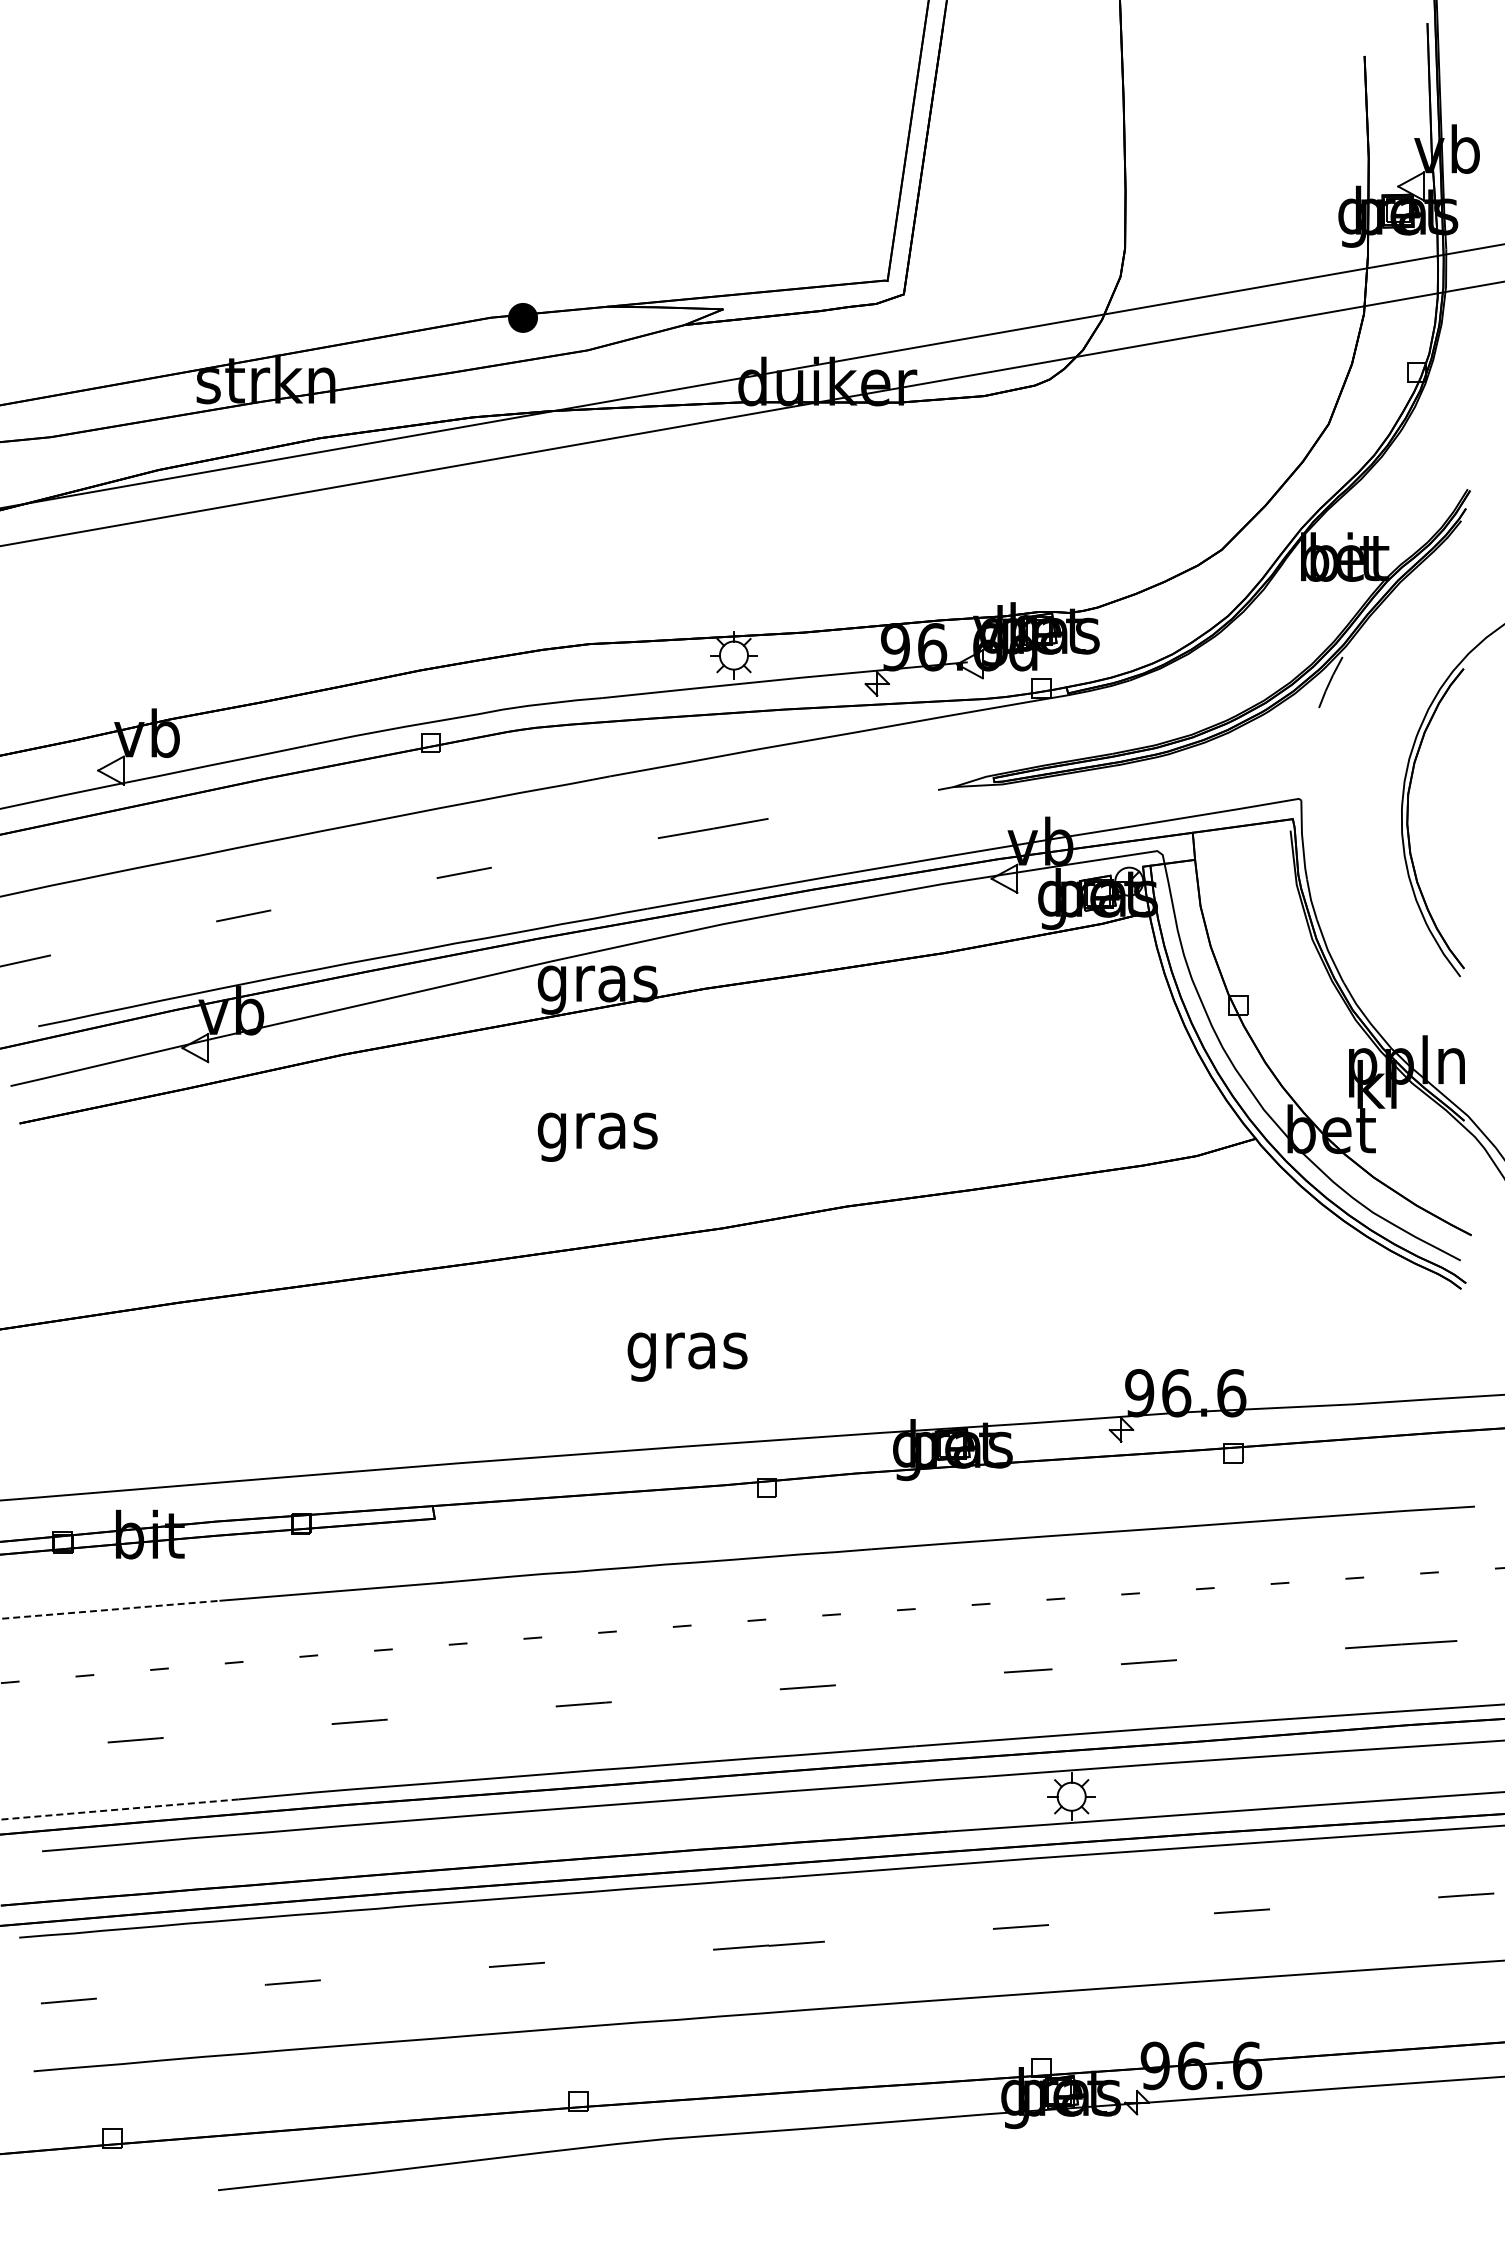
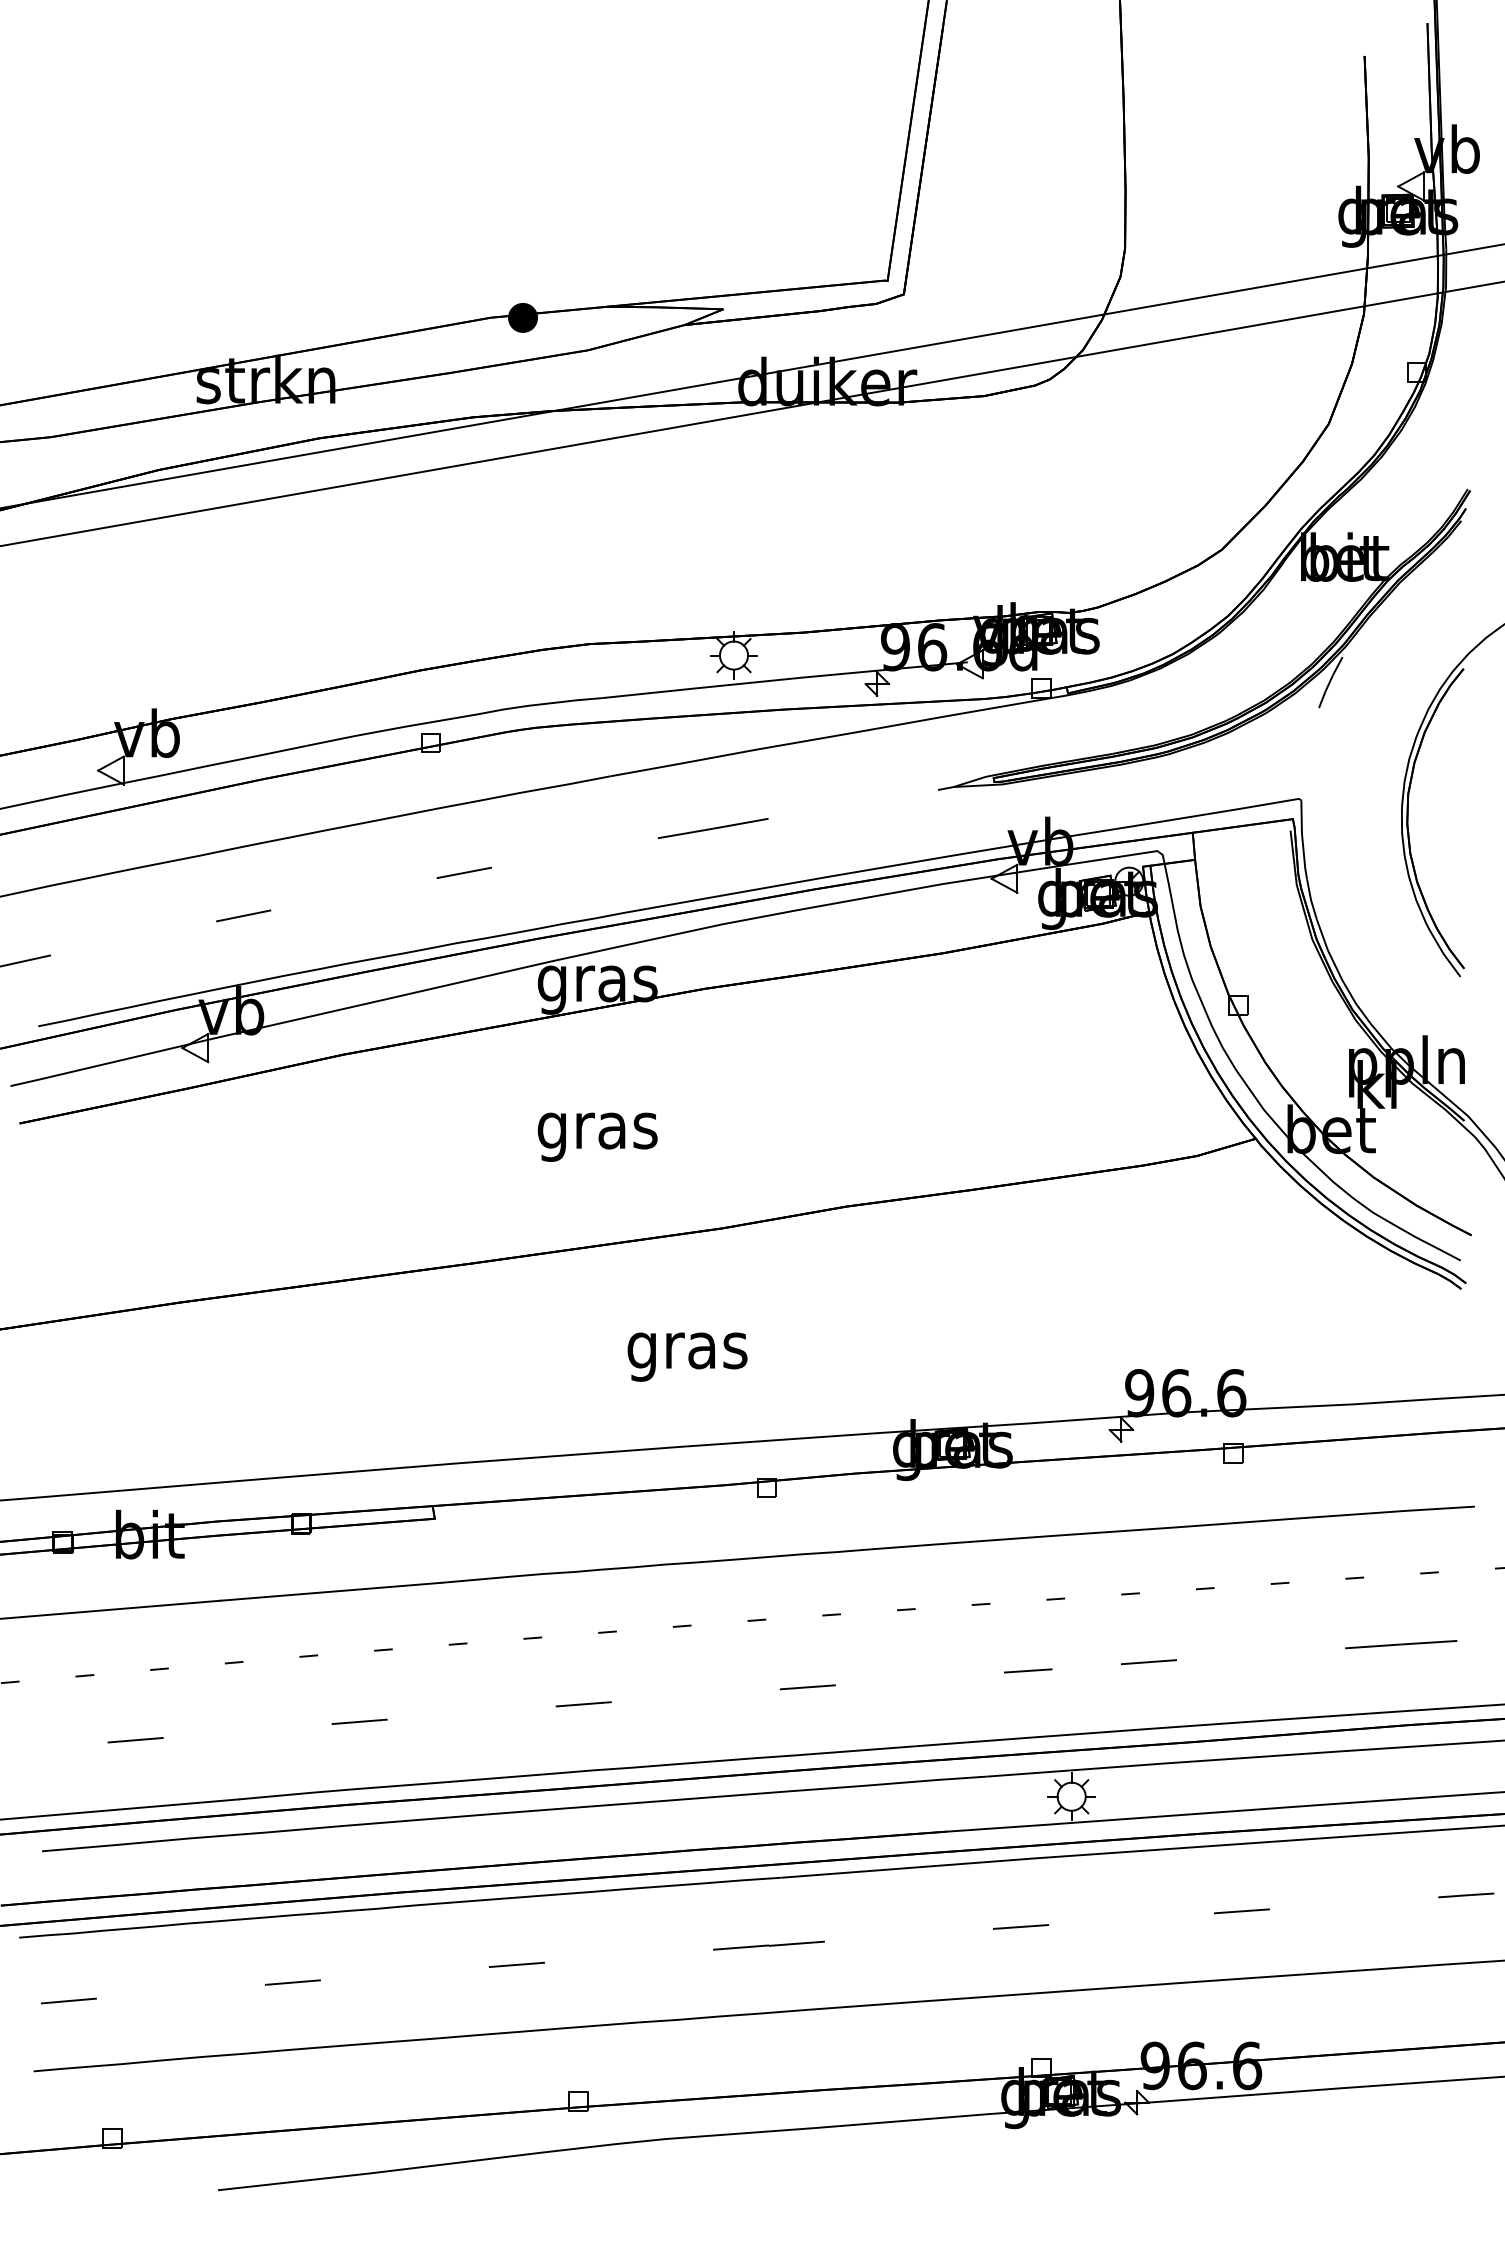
line at (110, 1609): dashed -> solid
line at (119, 1809): dashed -> solid
